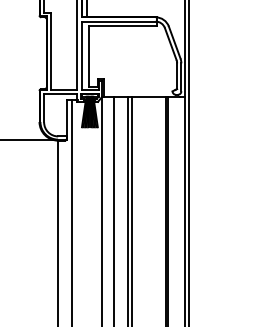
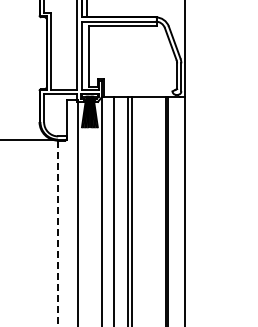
line at (188, 162): present -> none
line at (72, 211) position: (72, 211) -> (78, 211)
line at (57, 233): solid -> dashed
